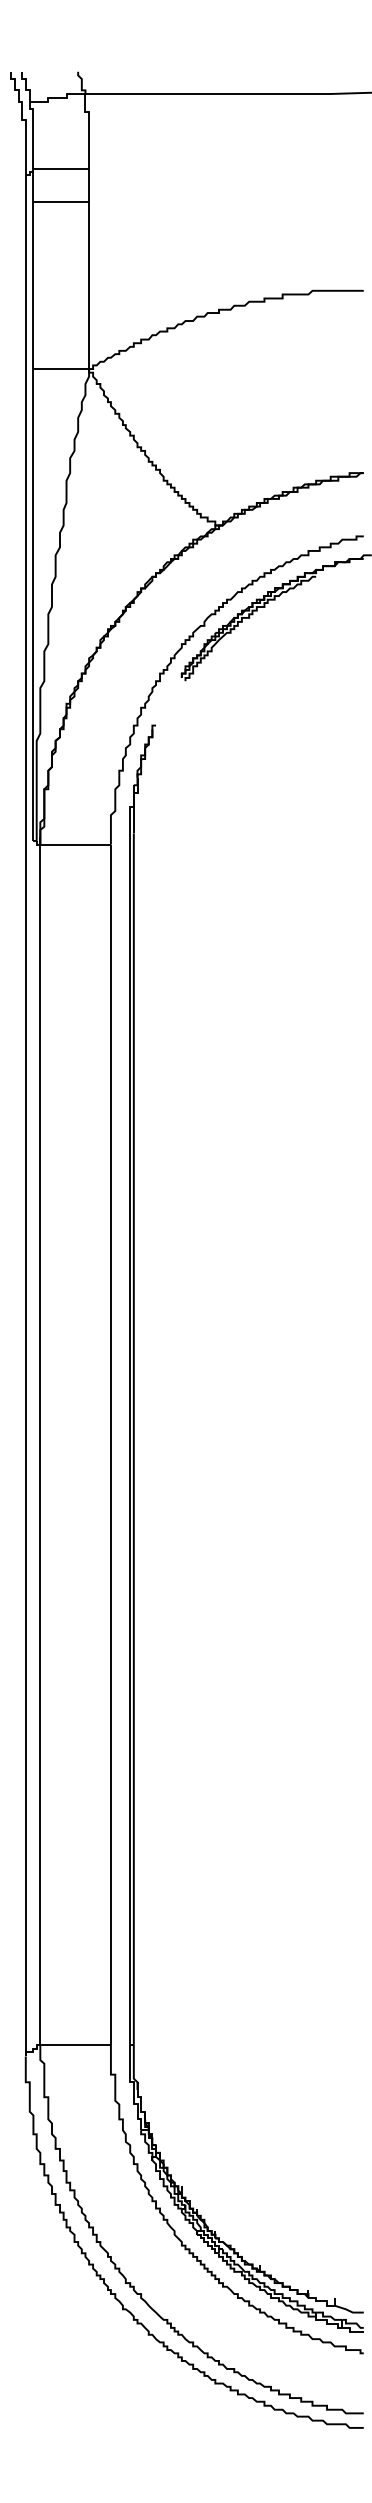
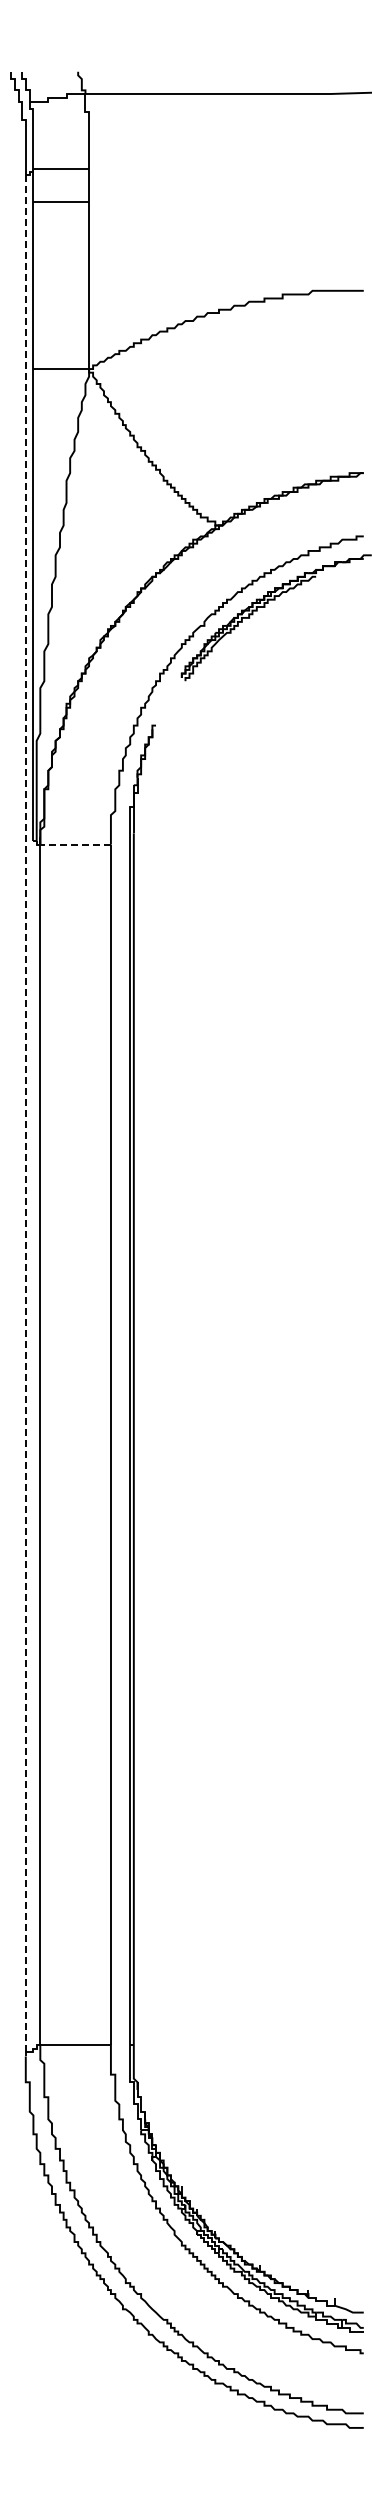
line at (75, 844): solid -> dashed
line at (25, 1116): solid -> dashed
